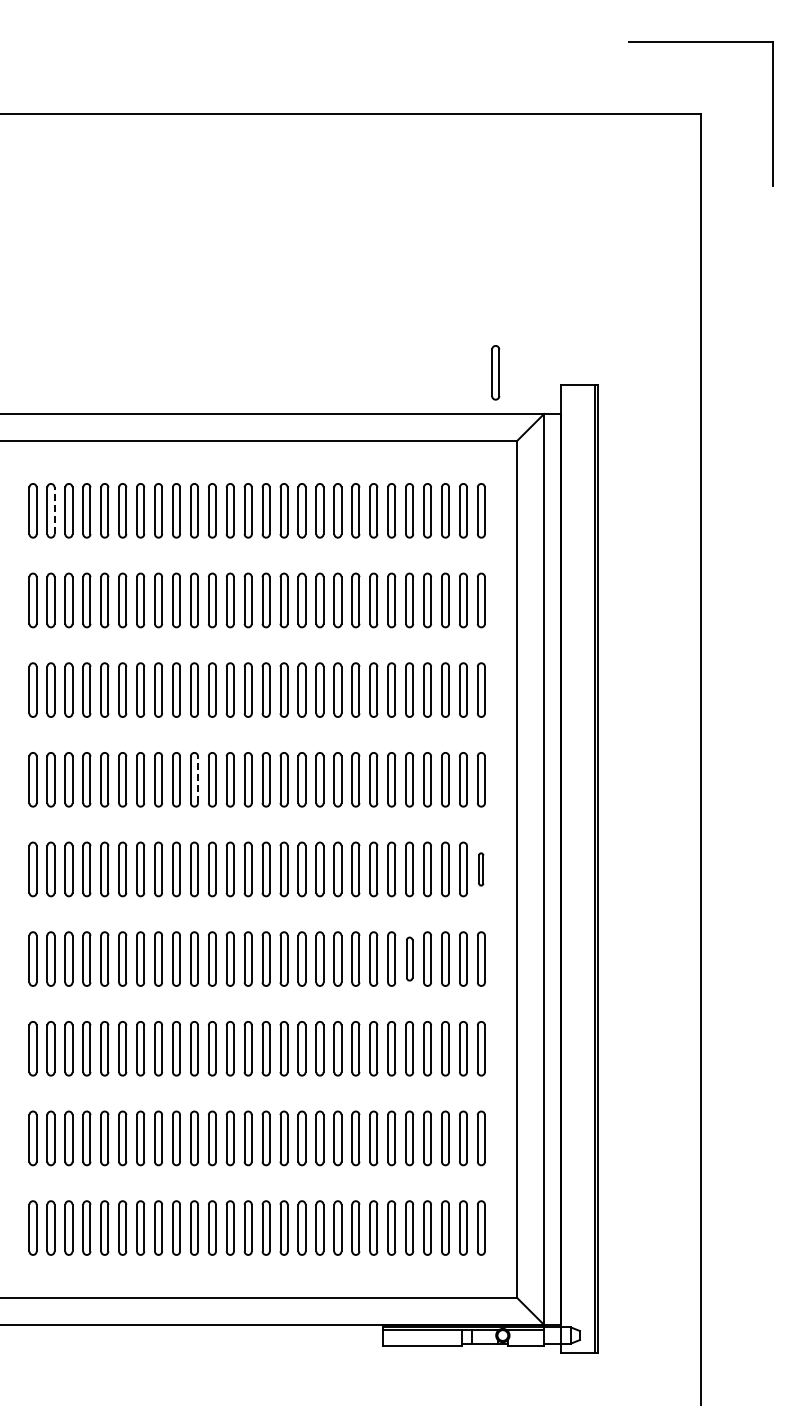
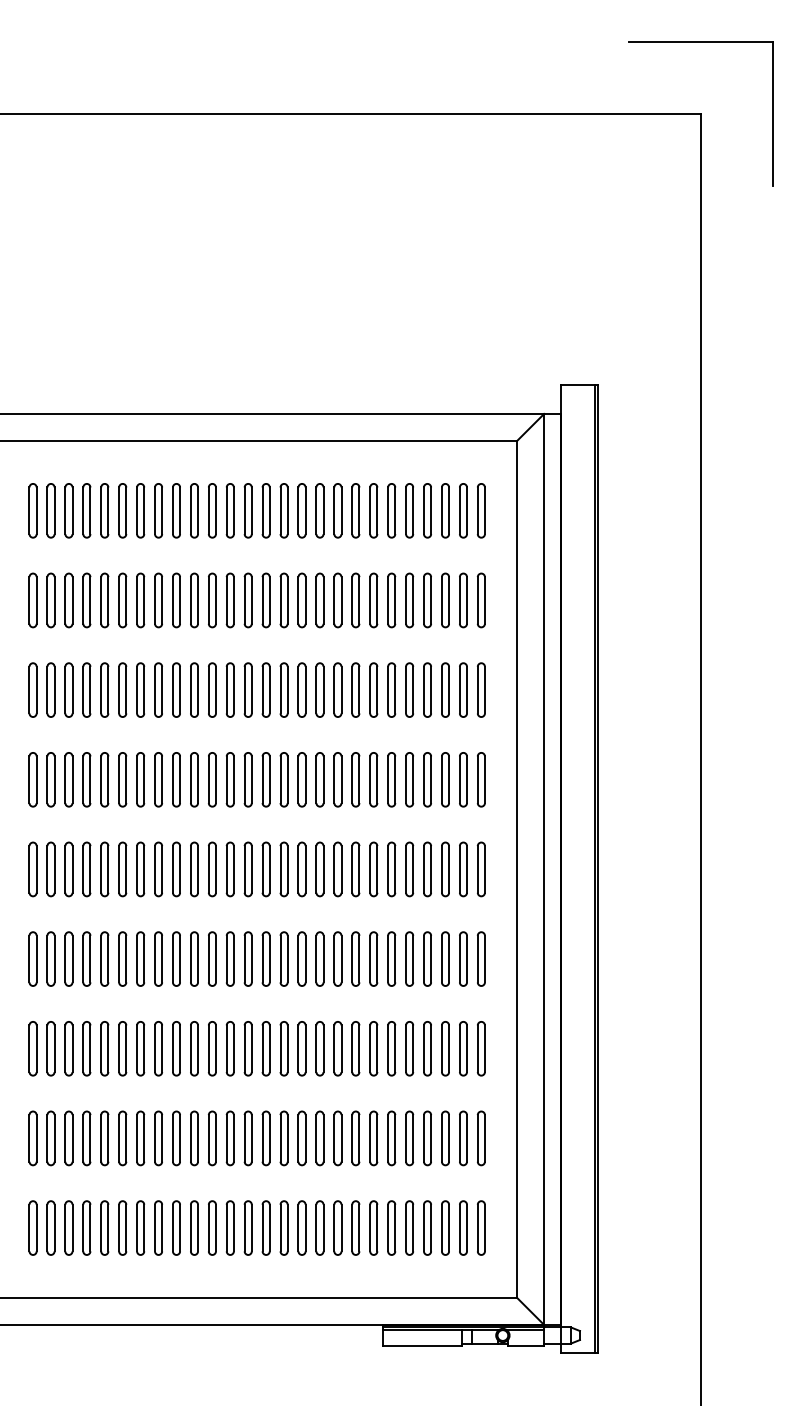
part at (495, 372): present -> none
line at (54, 510): dashed -> solid
line at (198, 779): dashed -> solid
part at (481, 869) size: 7x35 px -> 10x57 px
part at (409, 958) size: 8x46 px -> 10x56 px
